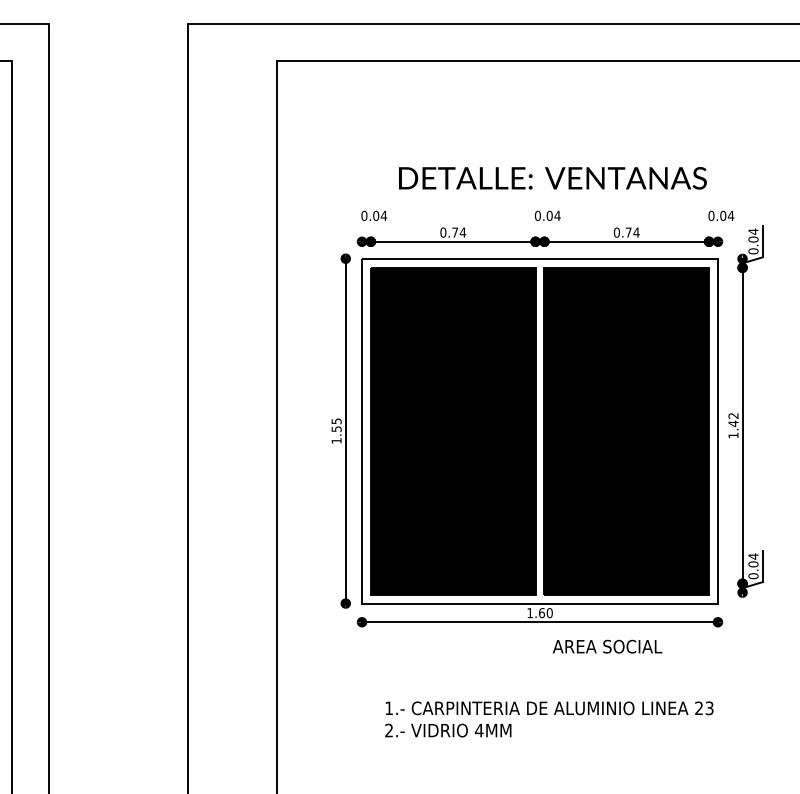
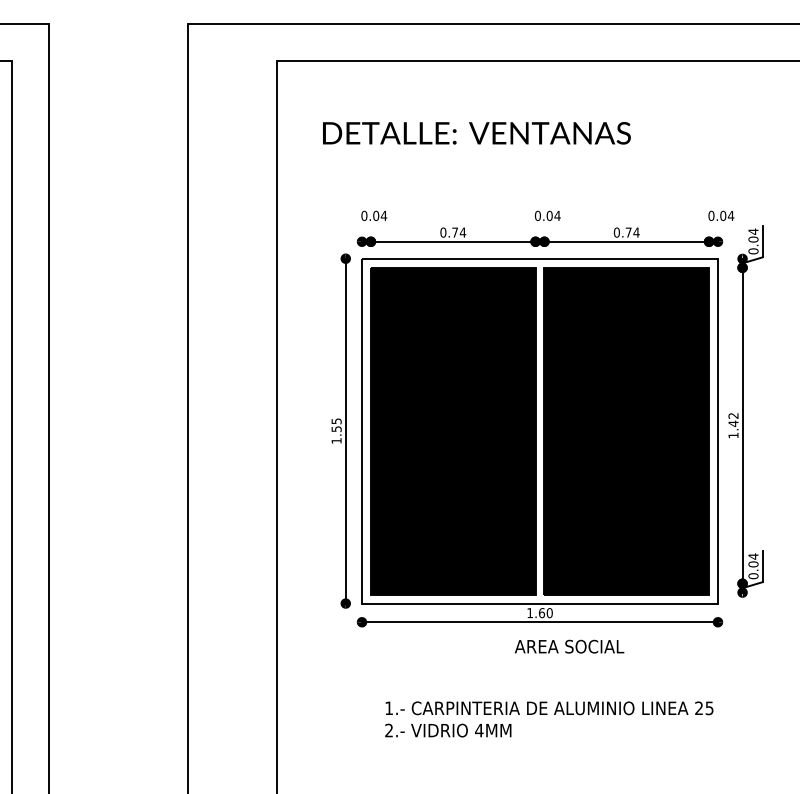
text at (552, 178) position: (552, 178) -> (476, 133)
text at (607, 646) position: (607, 646) -> (569, 646)
text at (709, 707): 23 -> 25
